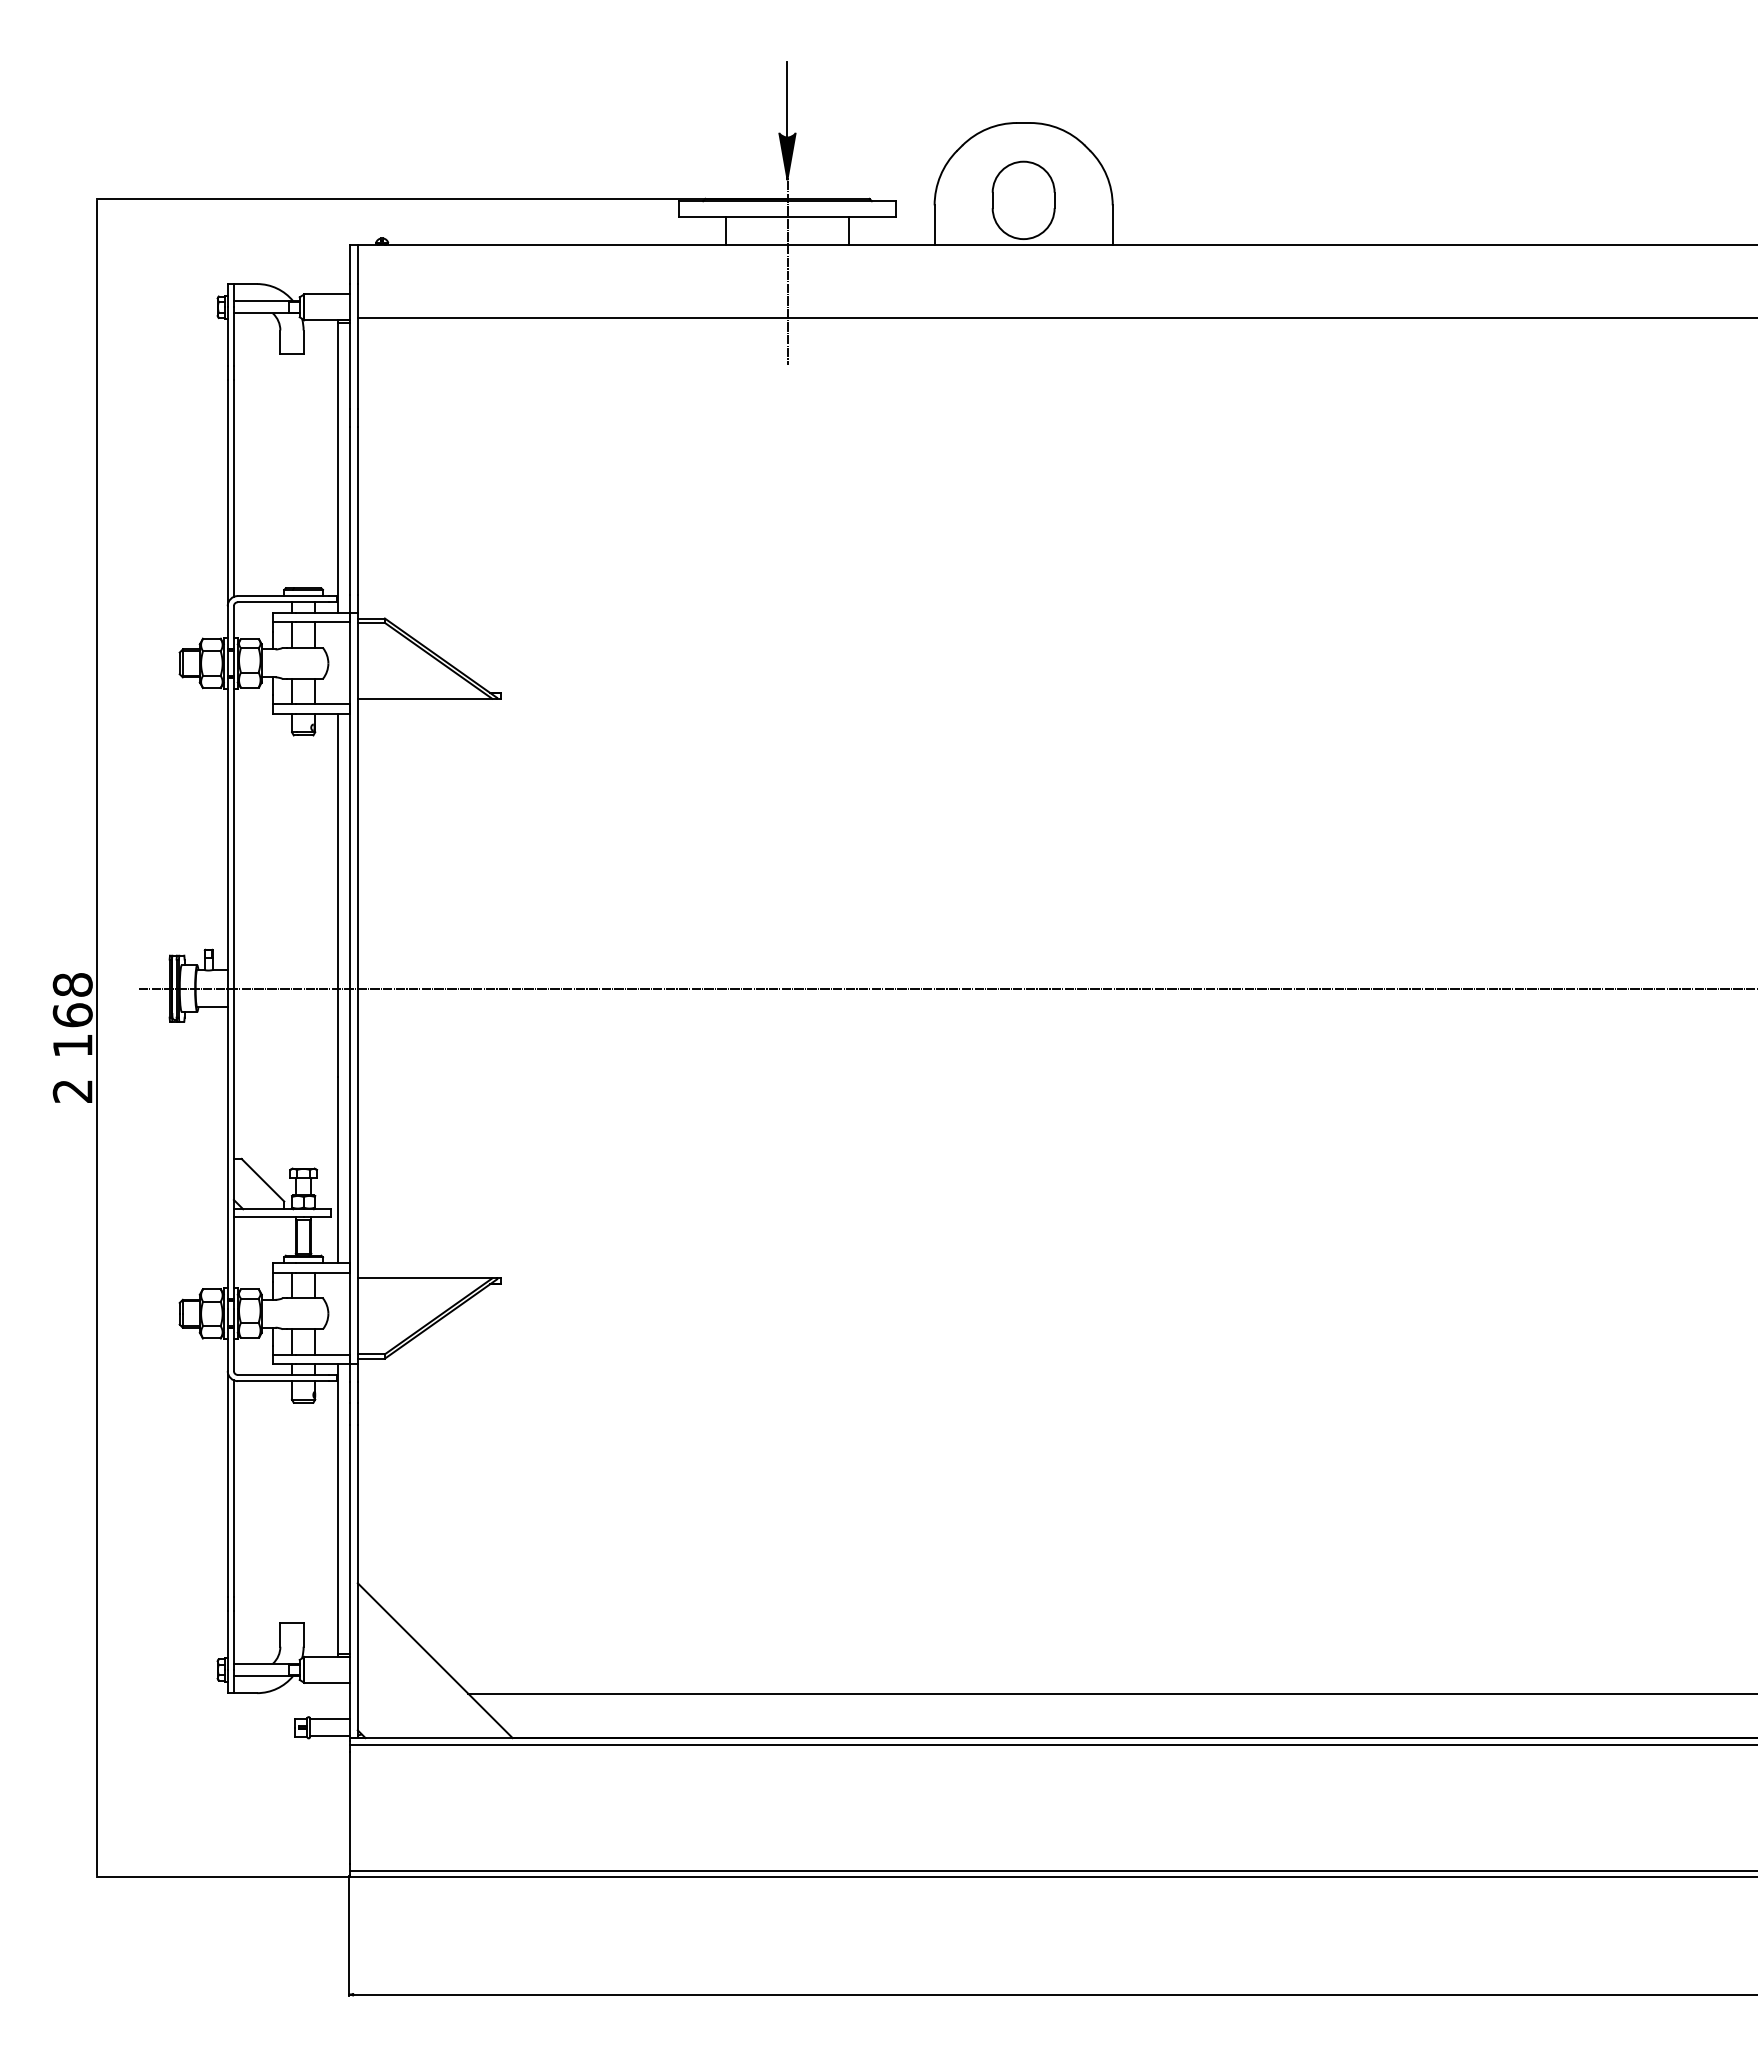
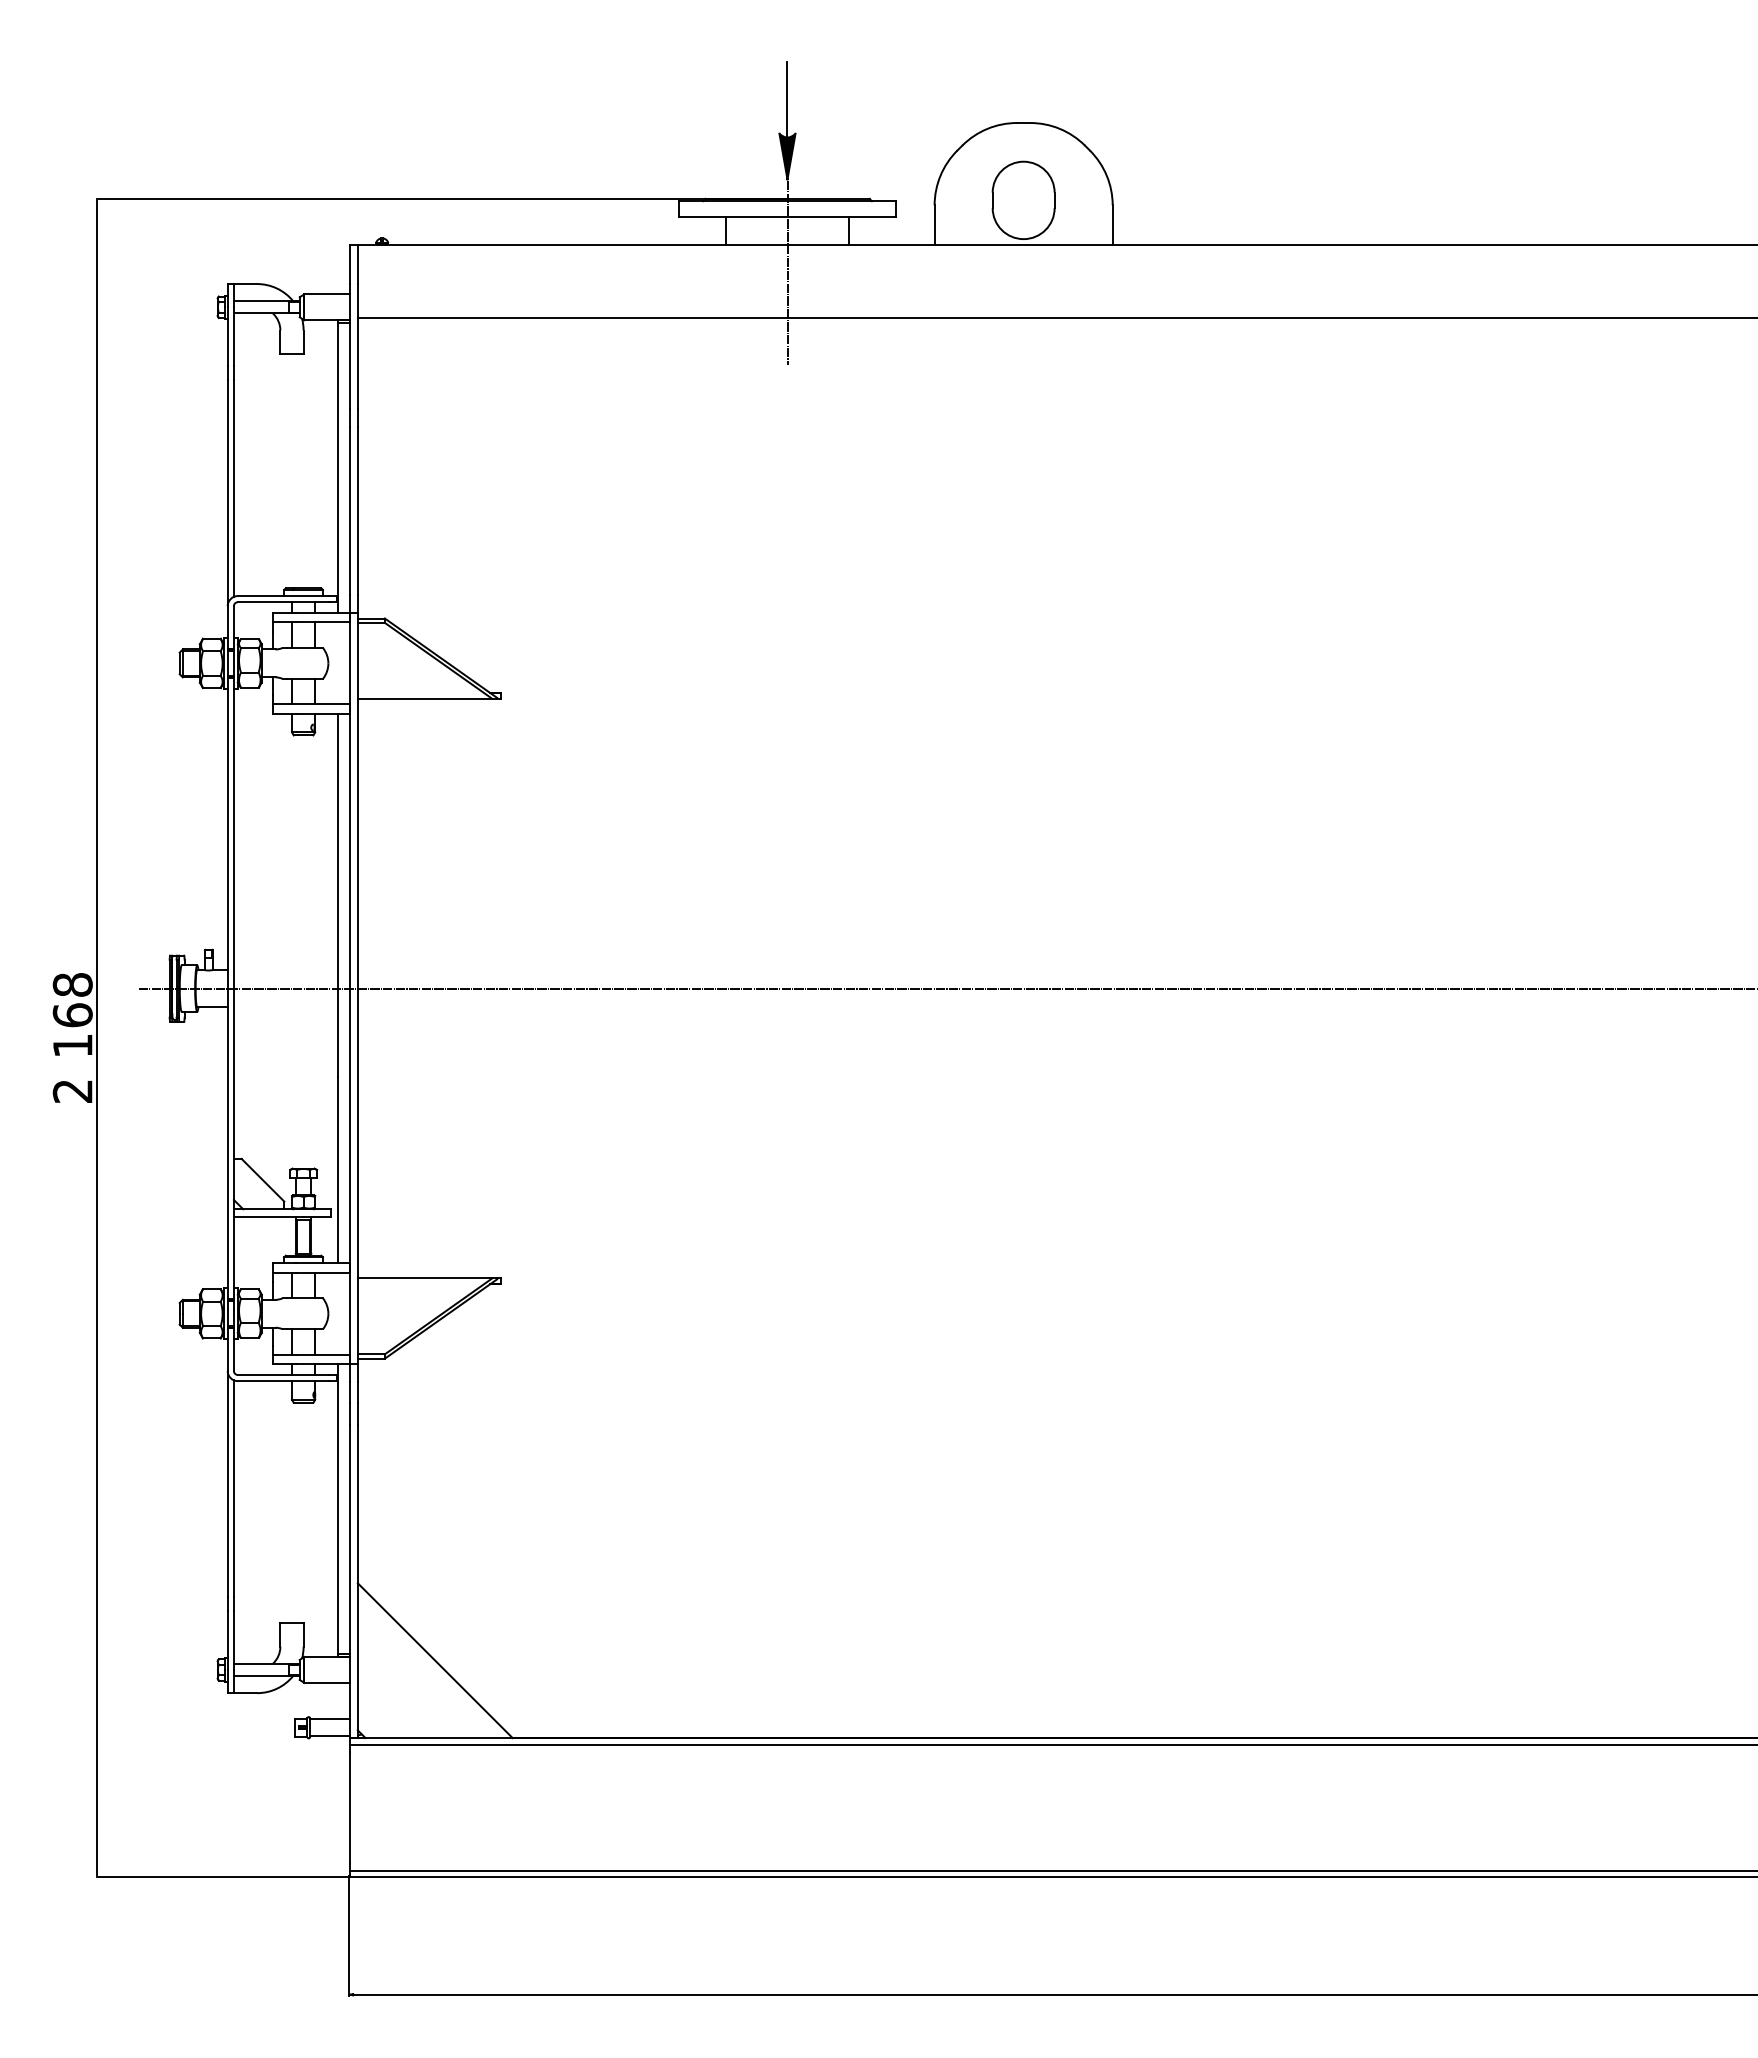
line at (1111, 1693): present -> none
